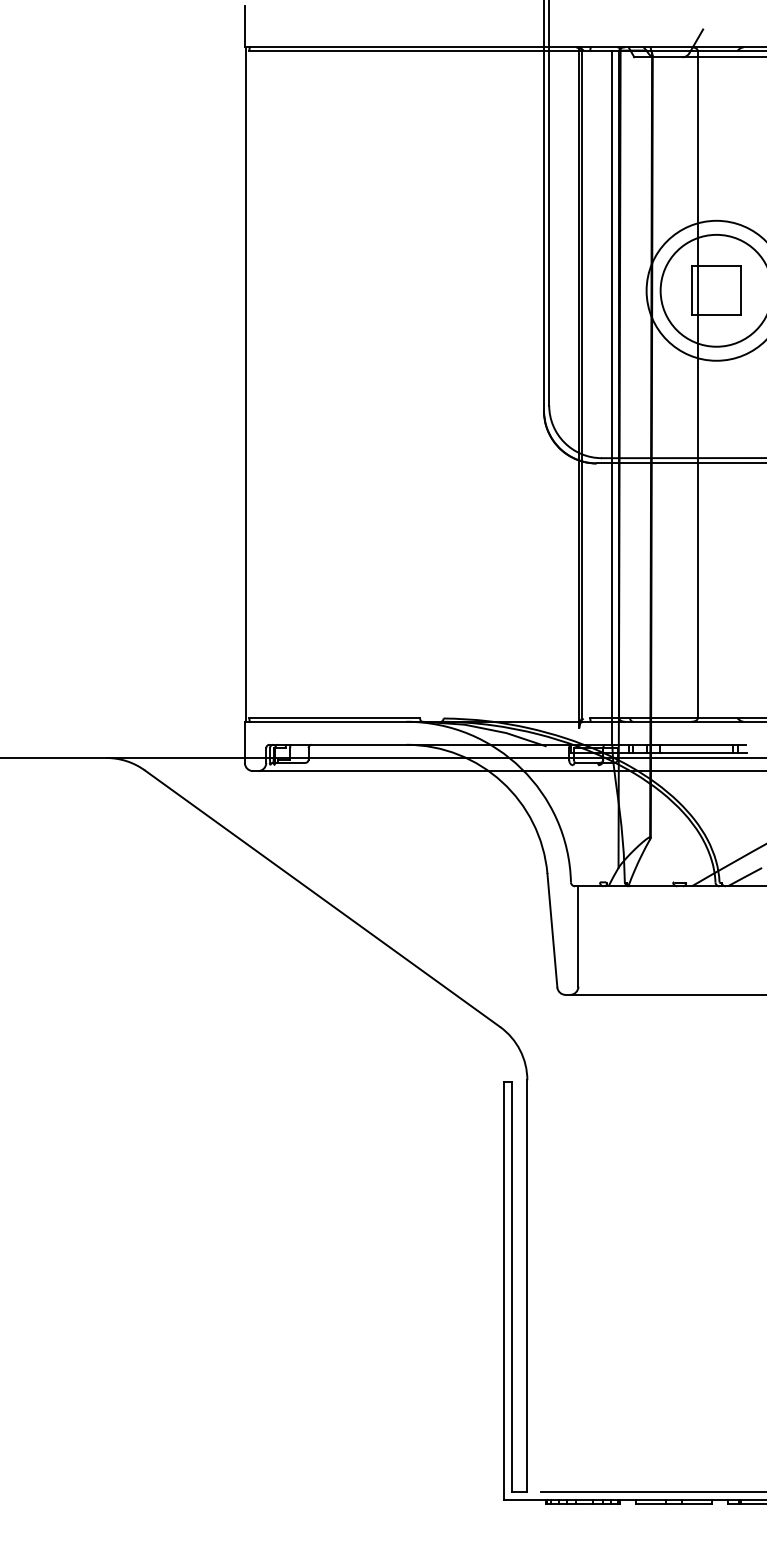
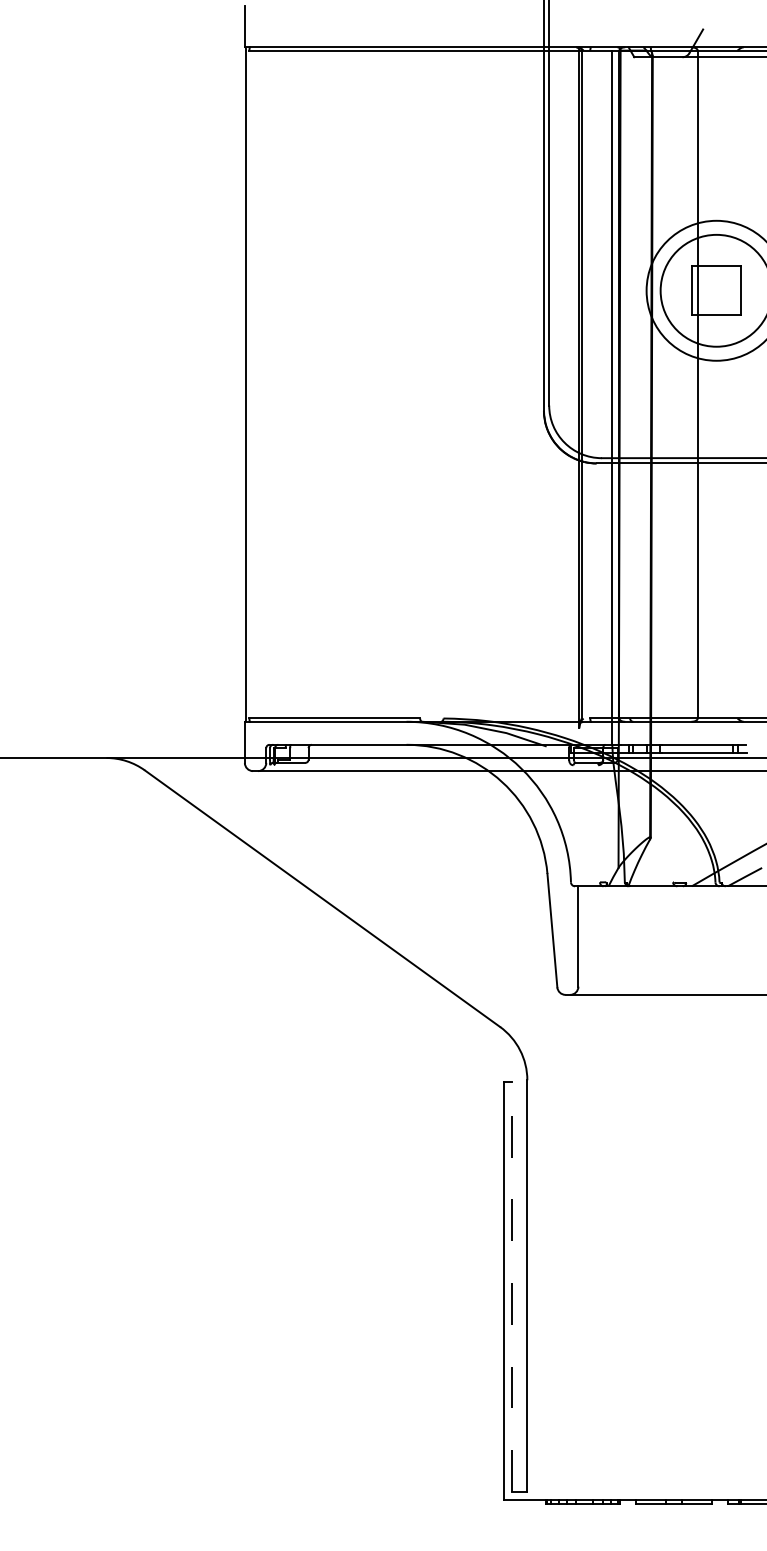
line at (512, 1287): solid -> dashed
line at (651, 1492): present -> none
